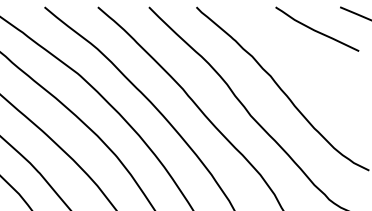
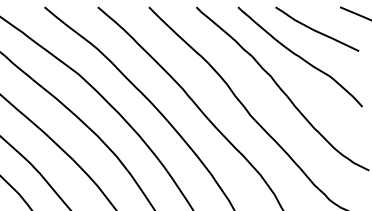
curve at (299, 56): none -> present
